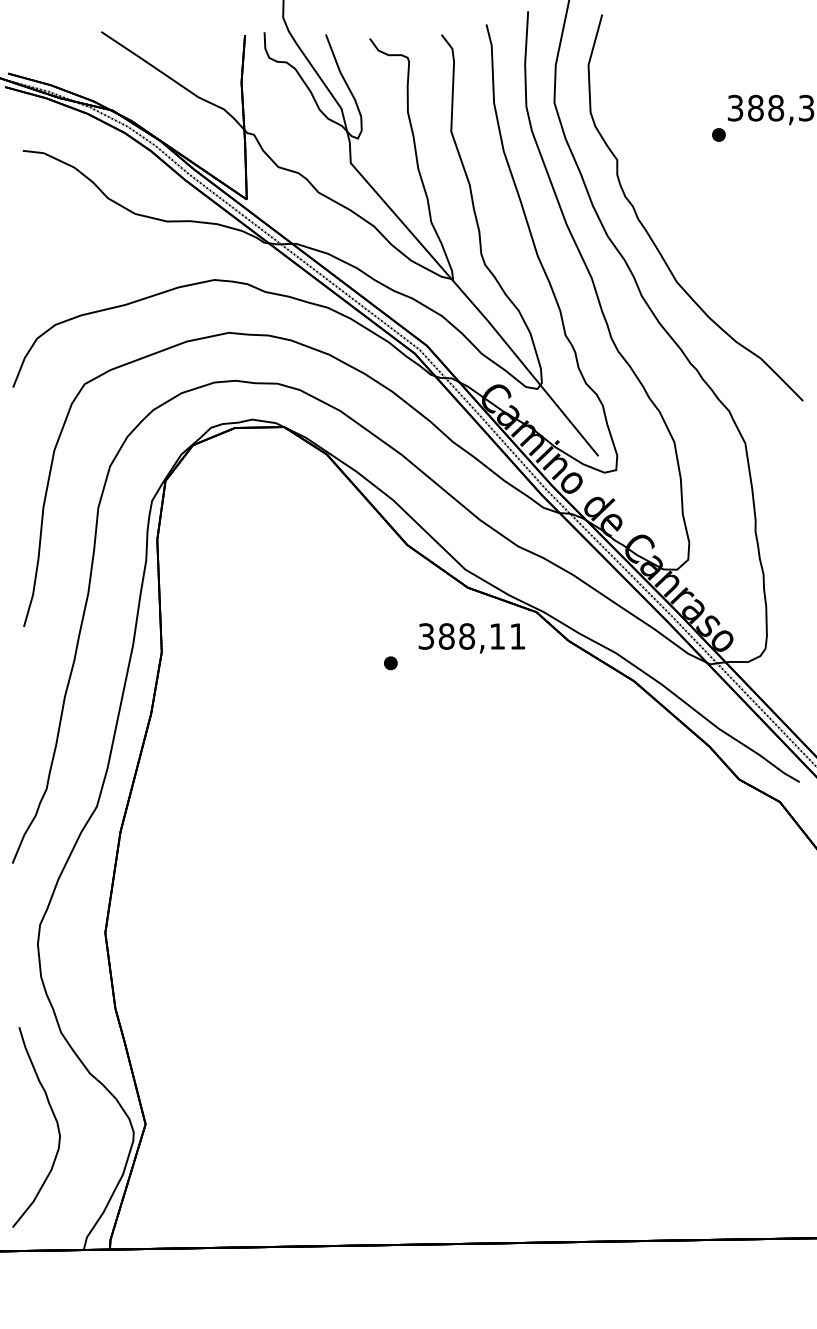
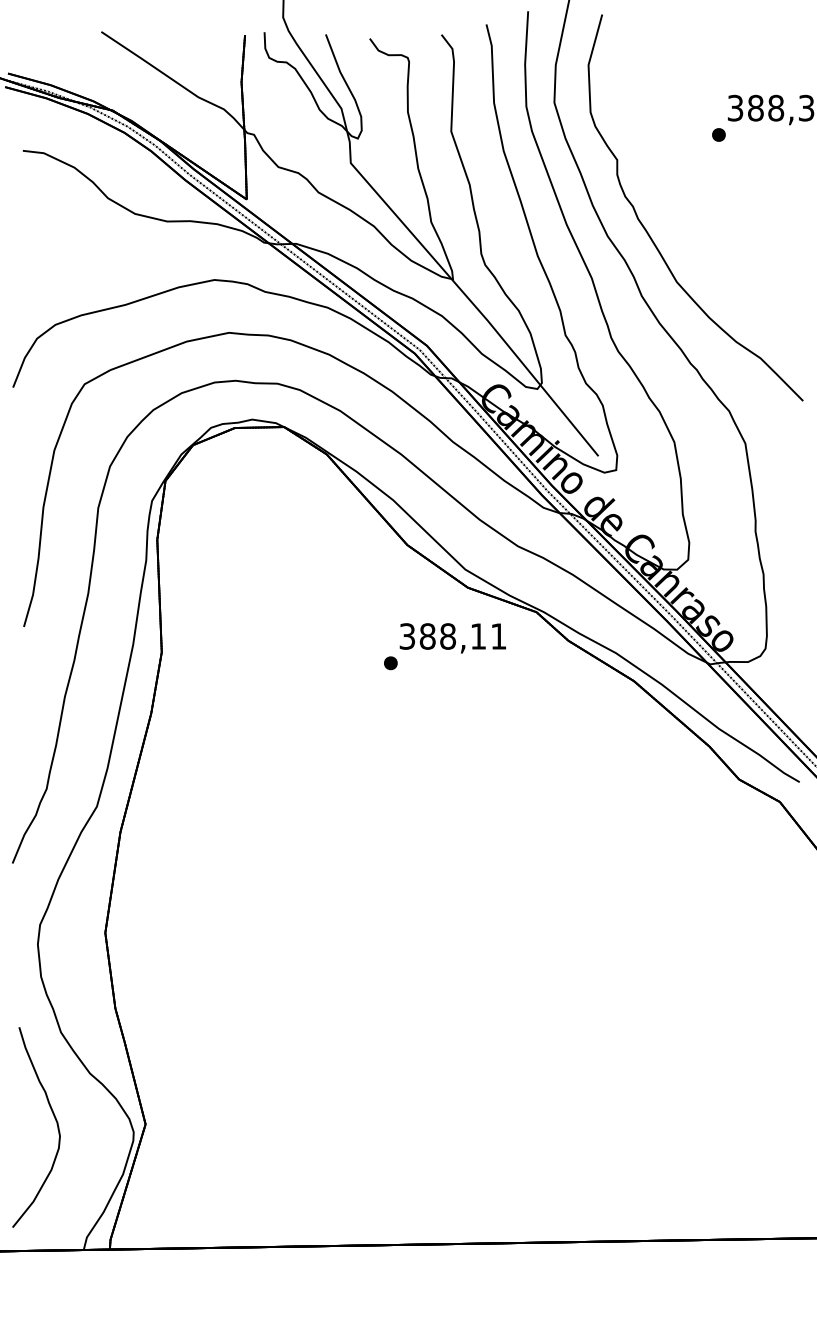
text at (471, 638) position: (471, 638) -> (452, 638)
